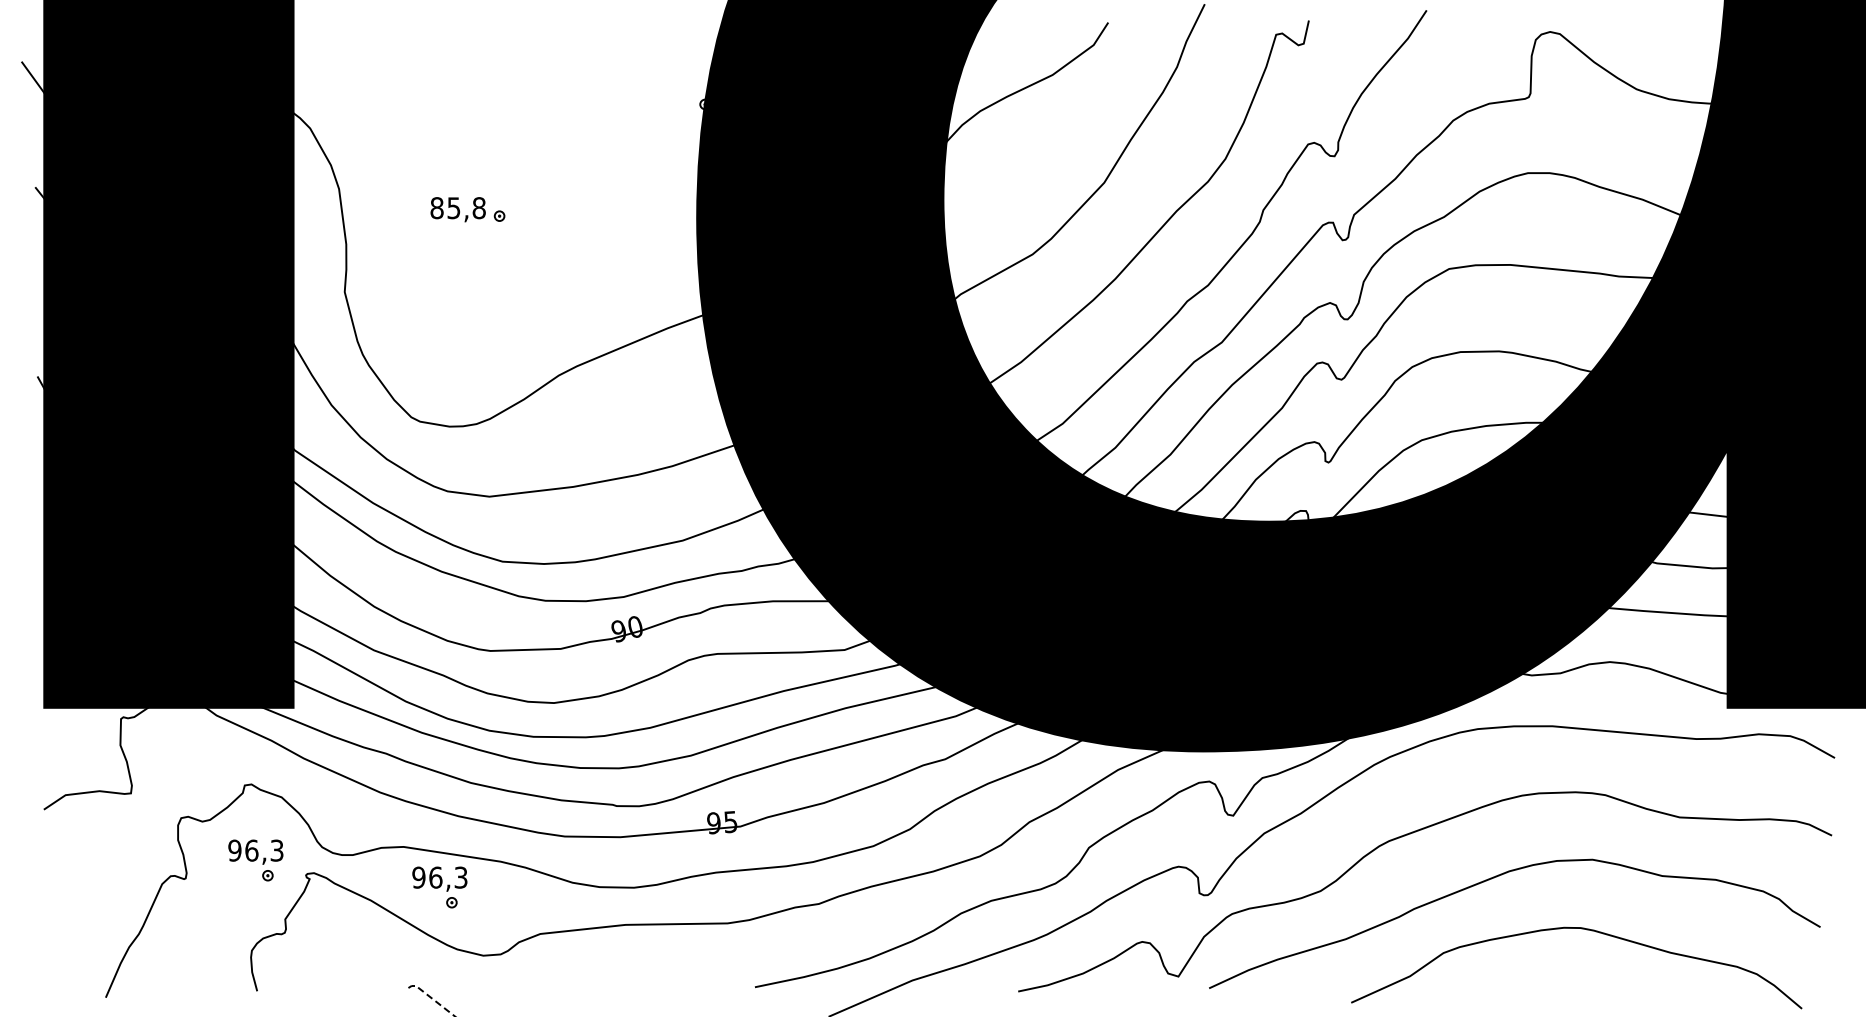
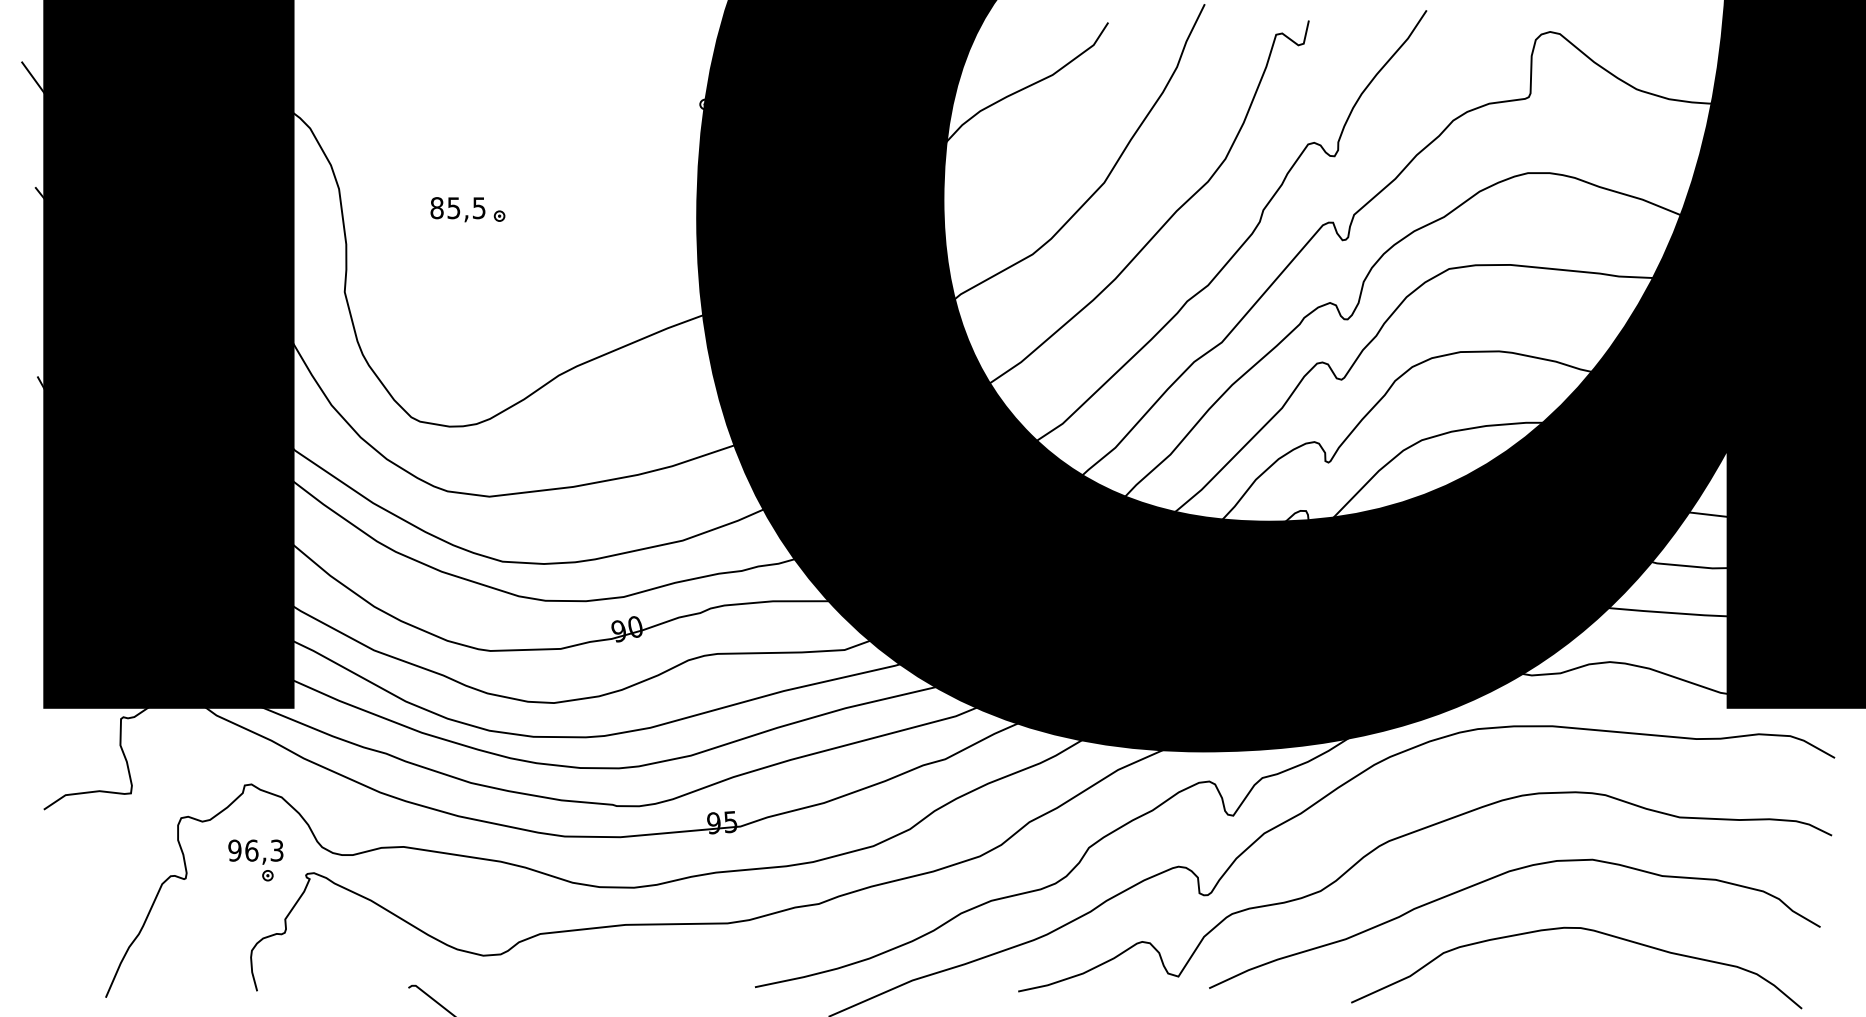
text at (478, 208): 85,8 -> 85,5
part at (439, 887): present -> none
line at (431, 998): dashed -> solid
